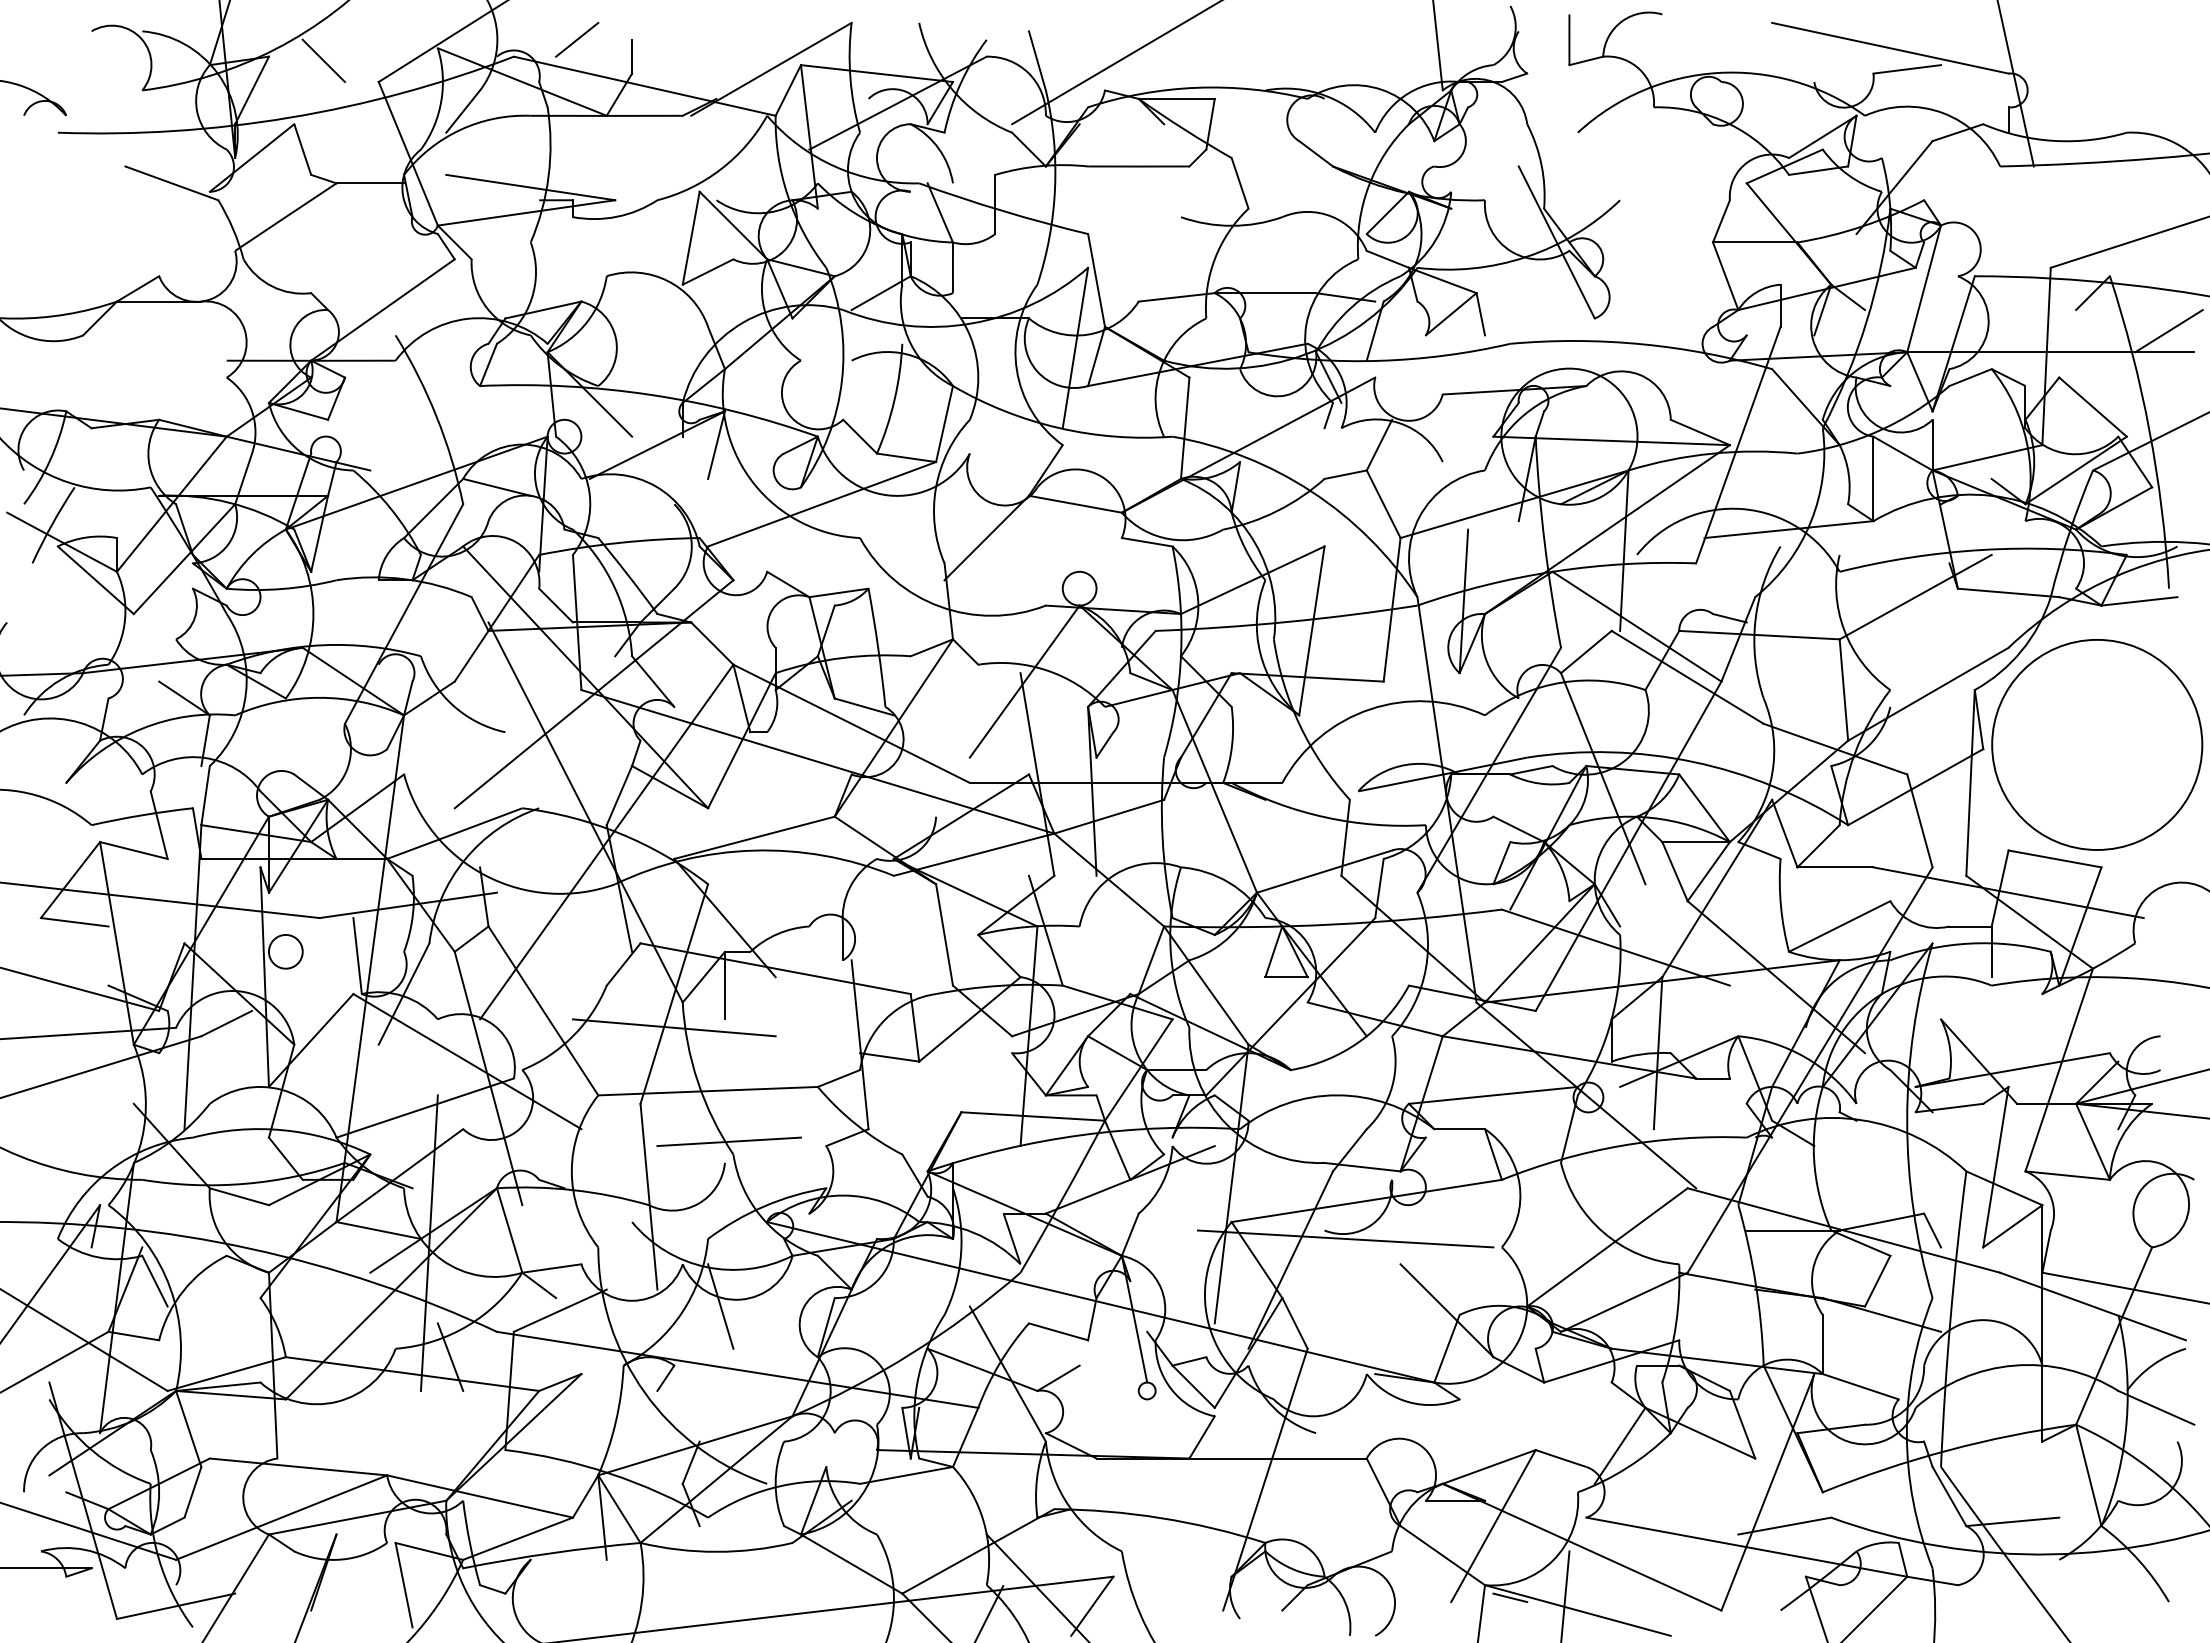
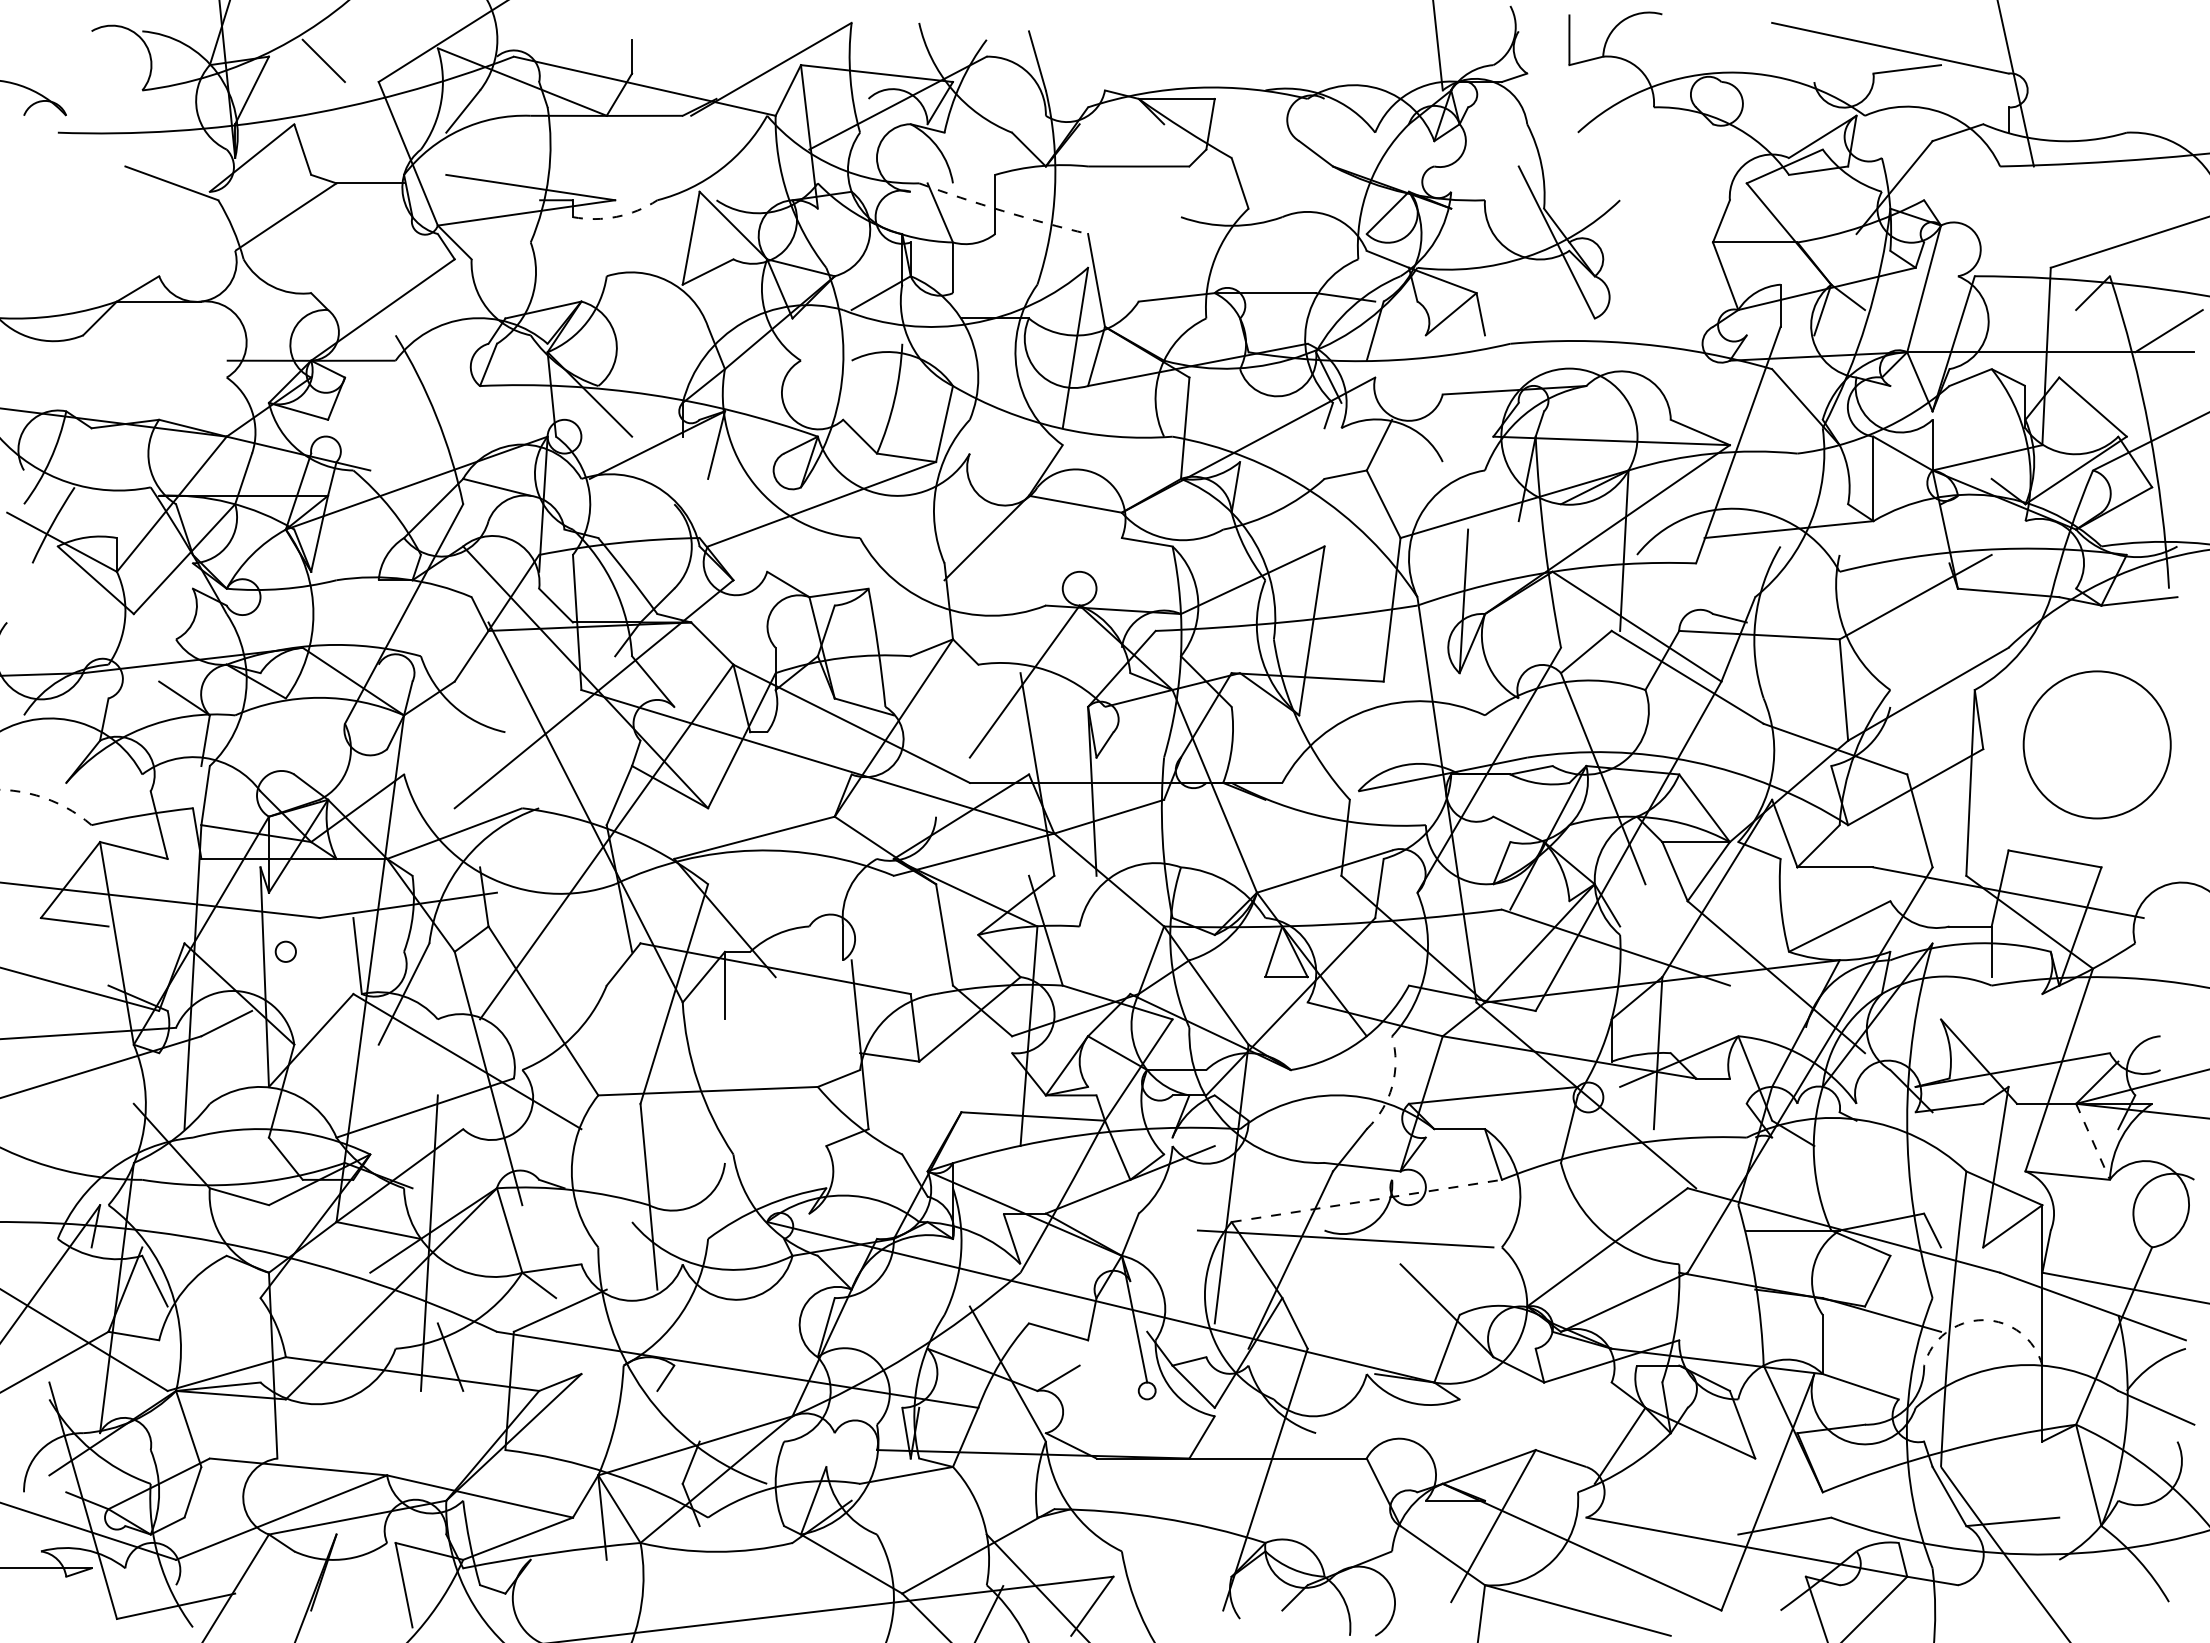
line at (577, 39): present -> none
line at (1115, 63): present -> none
arc at (1002, 211): solid -> dashed
arc at (616, 216): solid -> dashed
circle at (2097, 744) diameter: 210 px -> 147 px
arc at (49, 799): solid -> dashed
circle at (285, 951) diameter: 34 px -> 20 px
line at (673, 1027): present -> none
arc at (1392, 1086): solid -> dashed
line at (728, 1141): present -> none
line at (2093, 1141): solid -> dashed
line at (1366, 1200): solid -> dashed
line at (720, 1306): present -> none
arc at (1983, 1320): solid -> dashed
line at (1565, 1595): present -> none
line at (1510, 1597): present -> none
